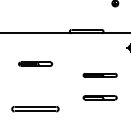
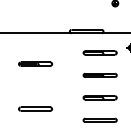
part at (99, 52): none -> present
part at (35, 109) size: 49x7 px -> 36x6 px
part at (99, 119): none -> present
